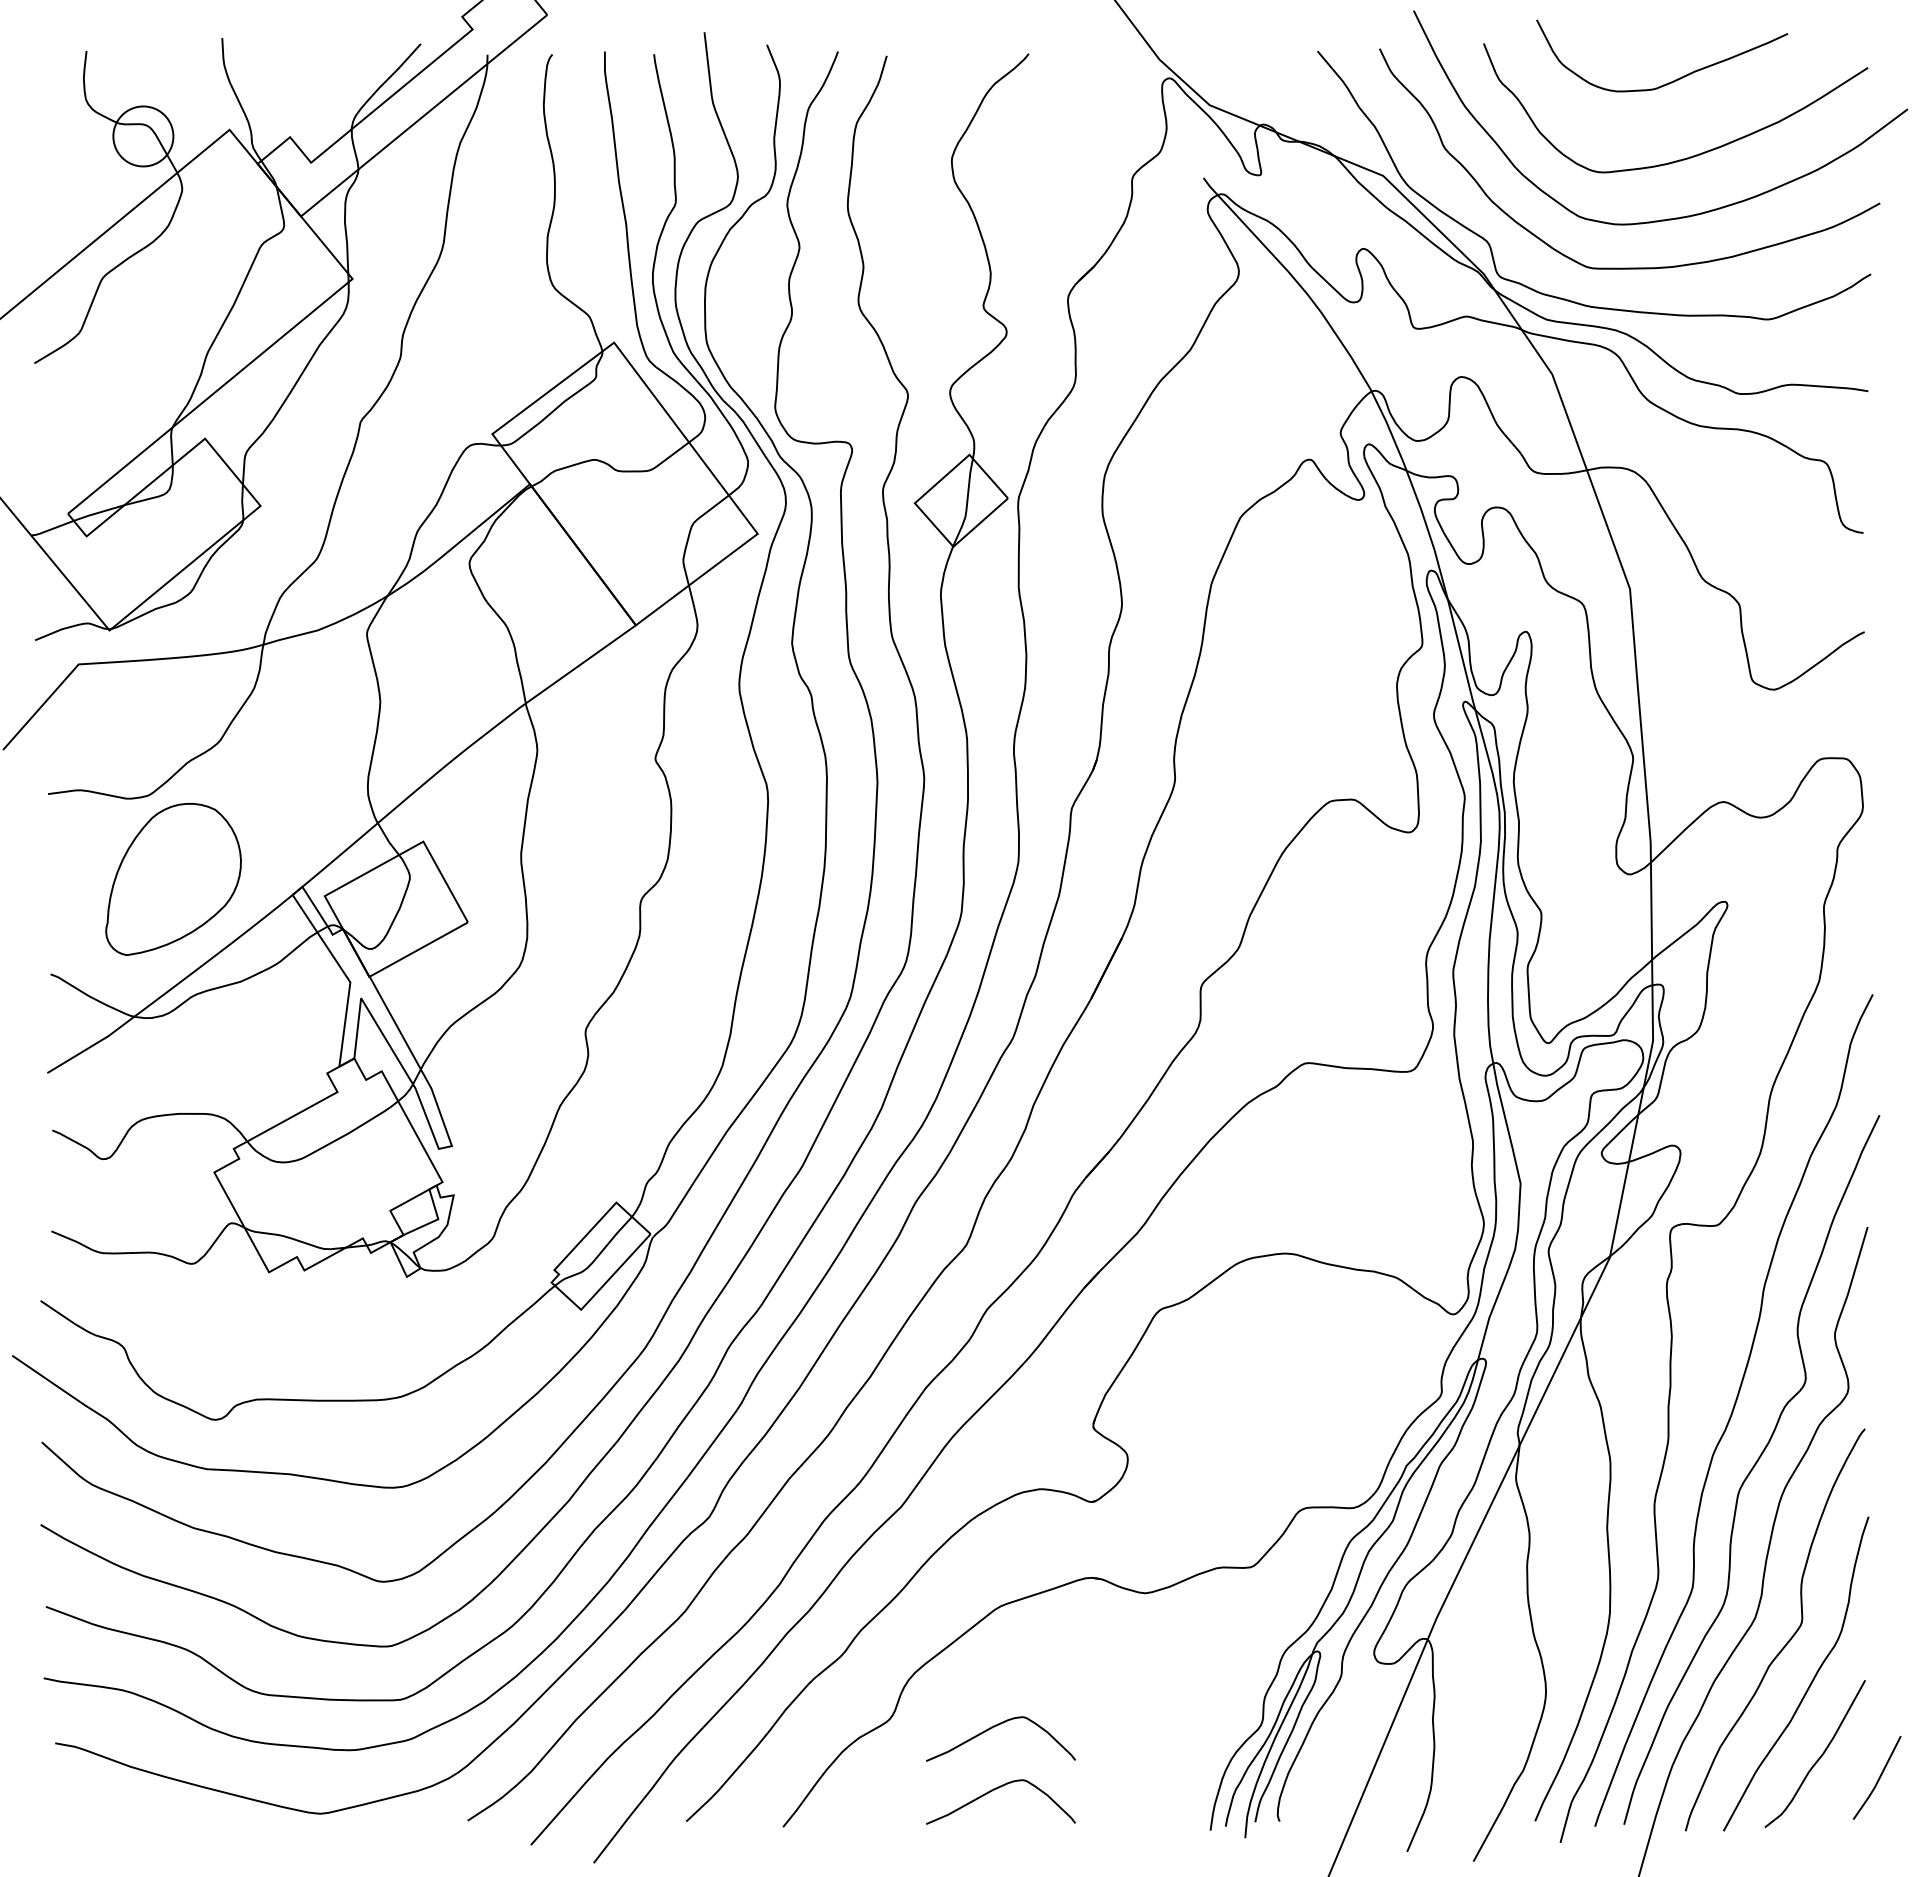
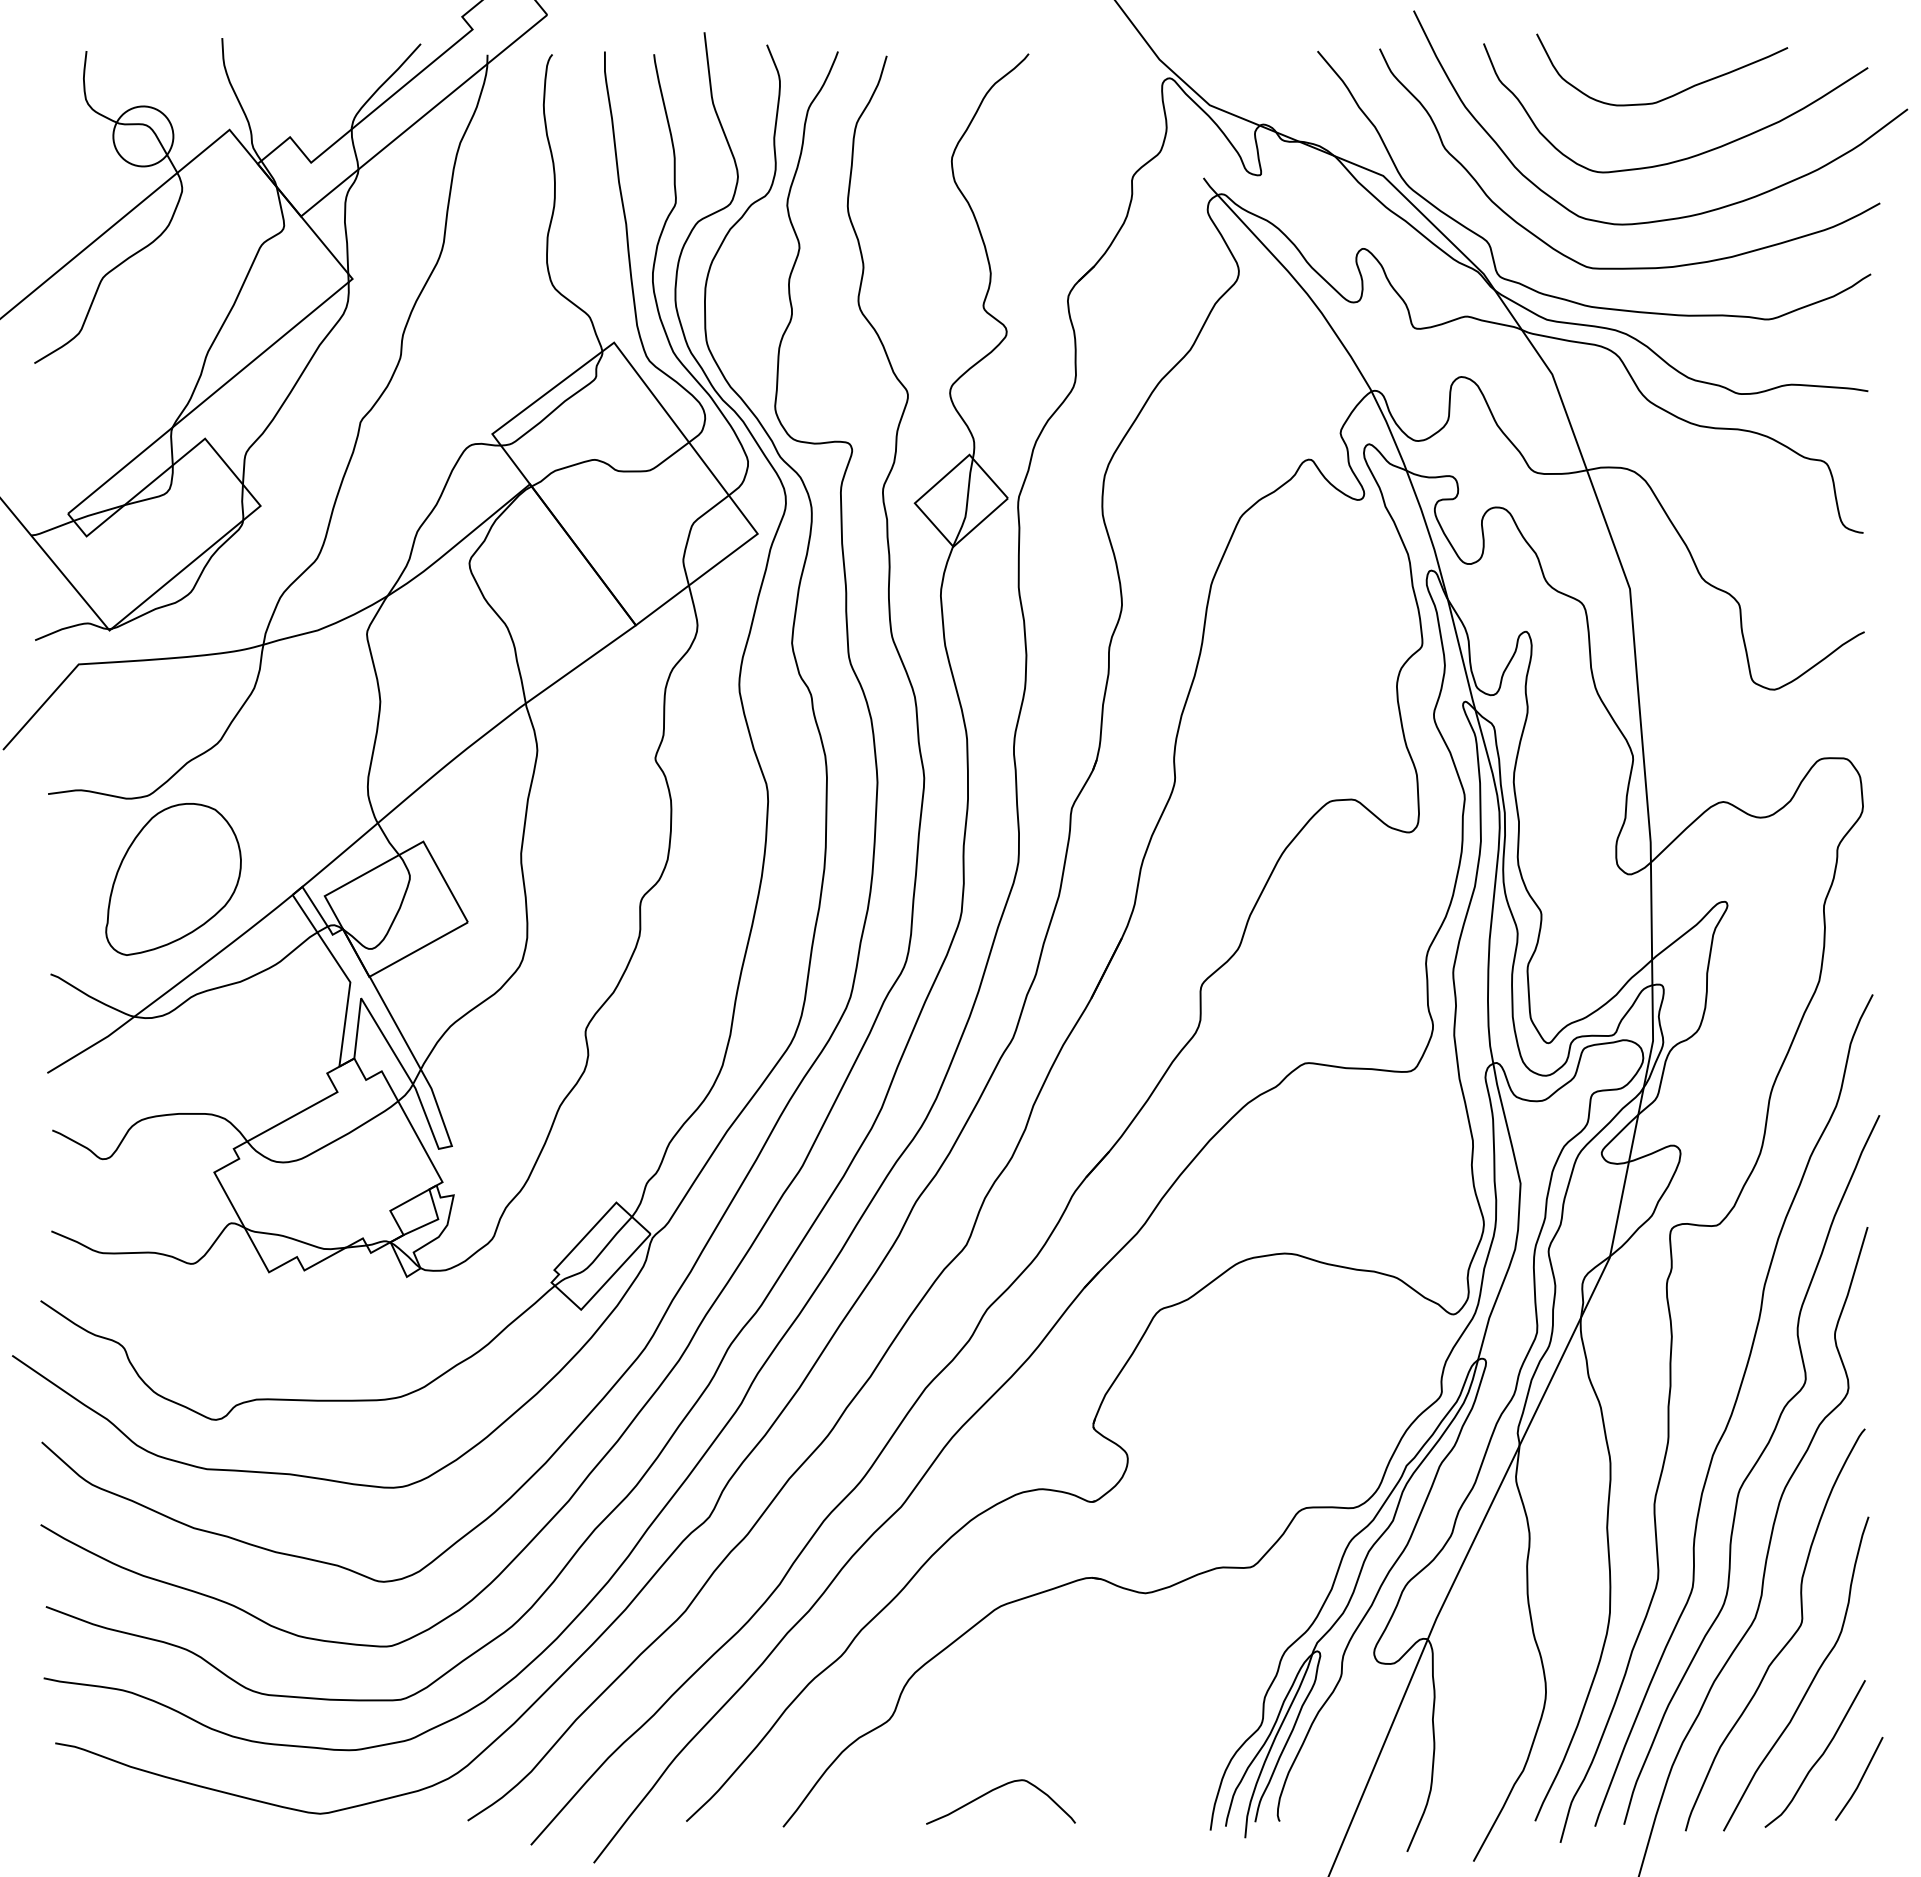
curve at (1670, 81) position: (1670, 81) -> (1670, 95)
curve at (994, 1727): present -> none
line at (1878, 1777) position: (1878, 1777) -> (1860, 1778)
